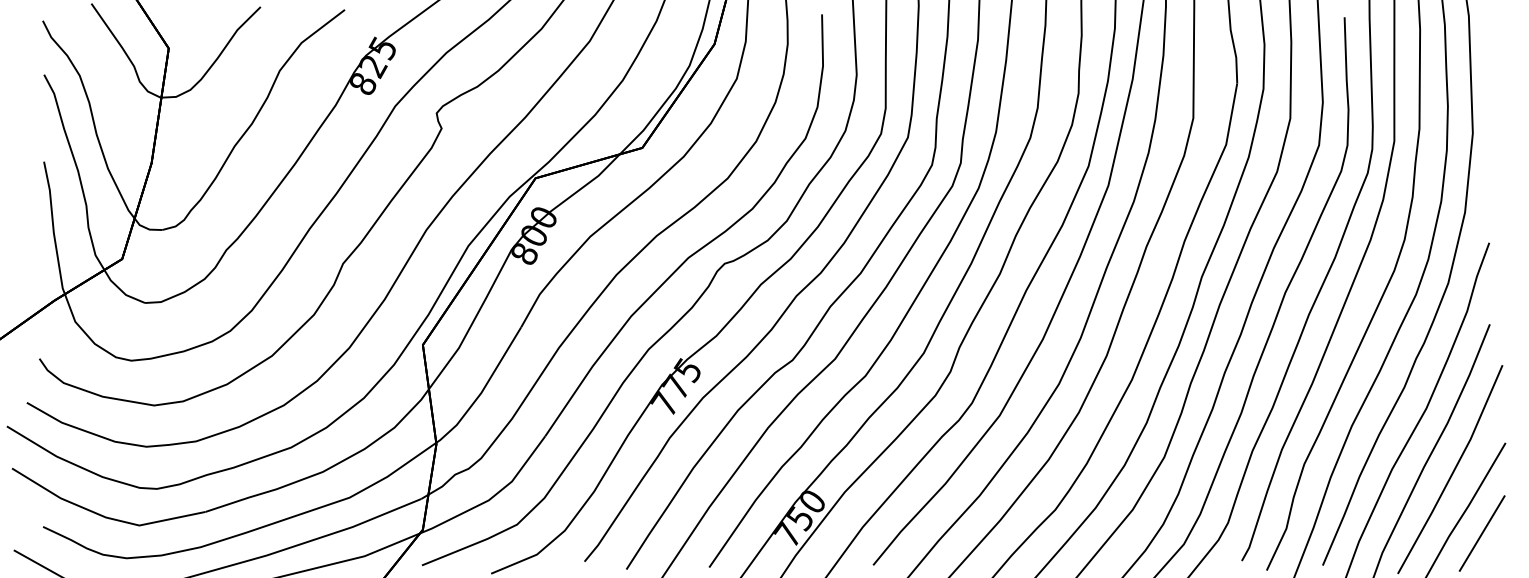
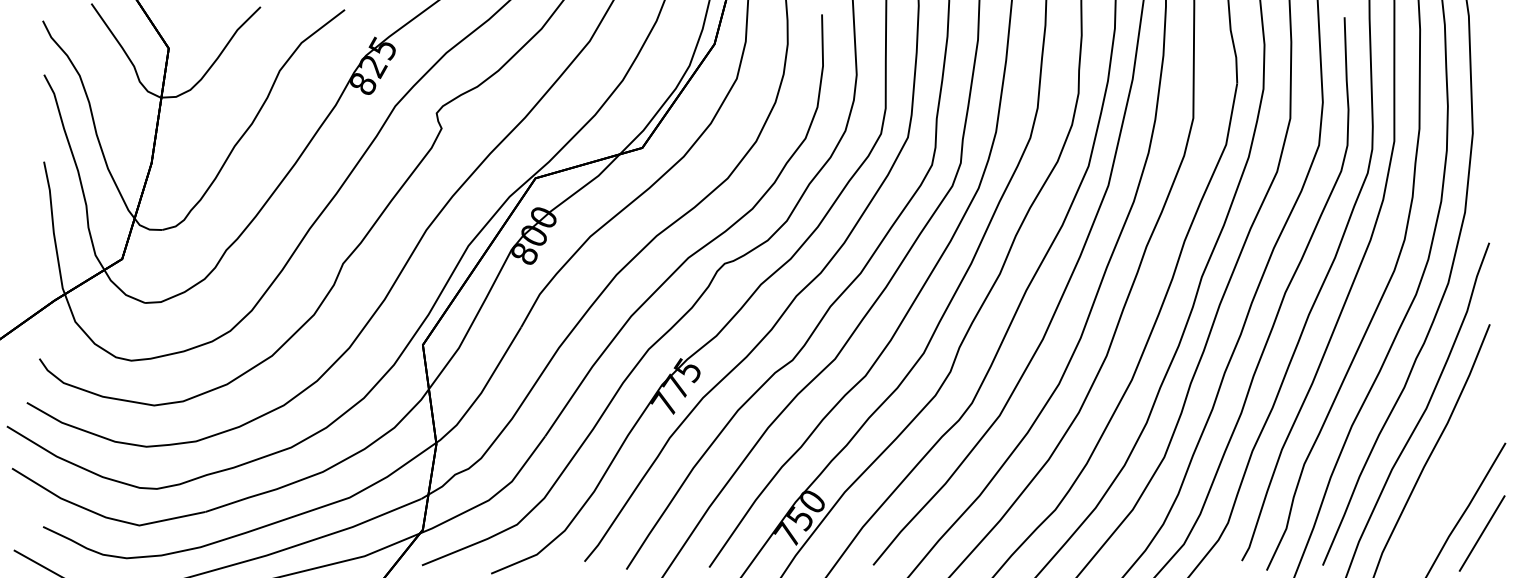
part at (1450, 469): present -> none
